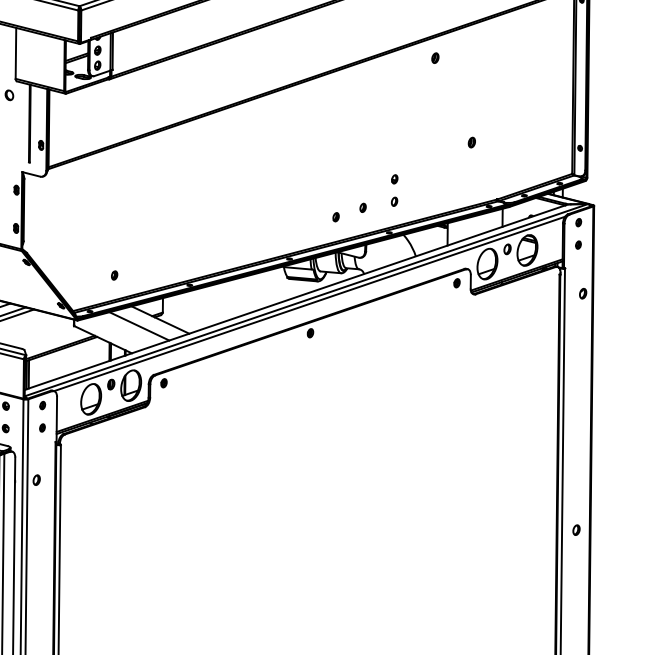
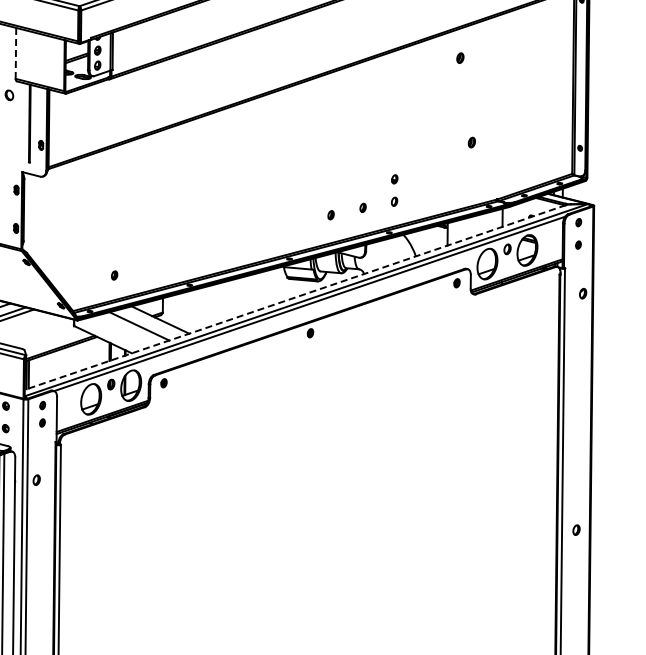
line at (15, 53): solid -> dashed
part at (435, 57) position: (435, 57) -> (460, 57)
part at (335, 217) position: (335, 217) -> (330, 215)
line at (295, 297): solid -> dashed
part at (42, 427) position: (42, 427) -> (42, 422)
